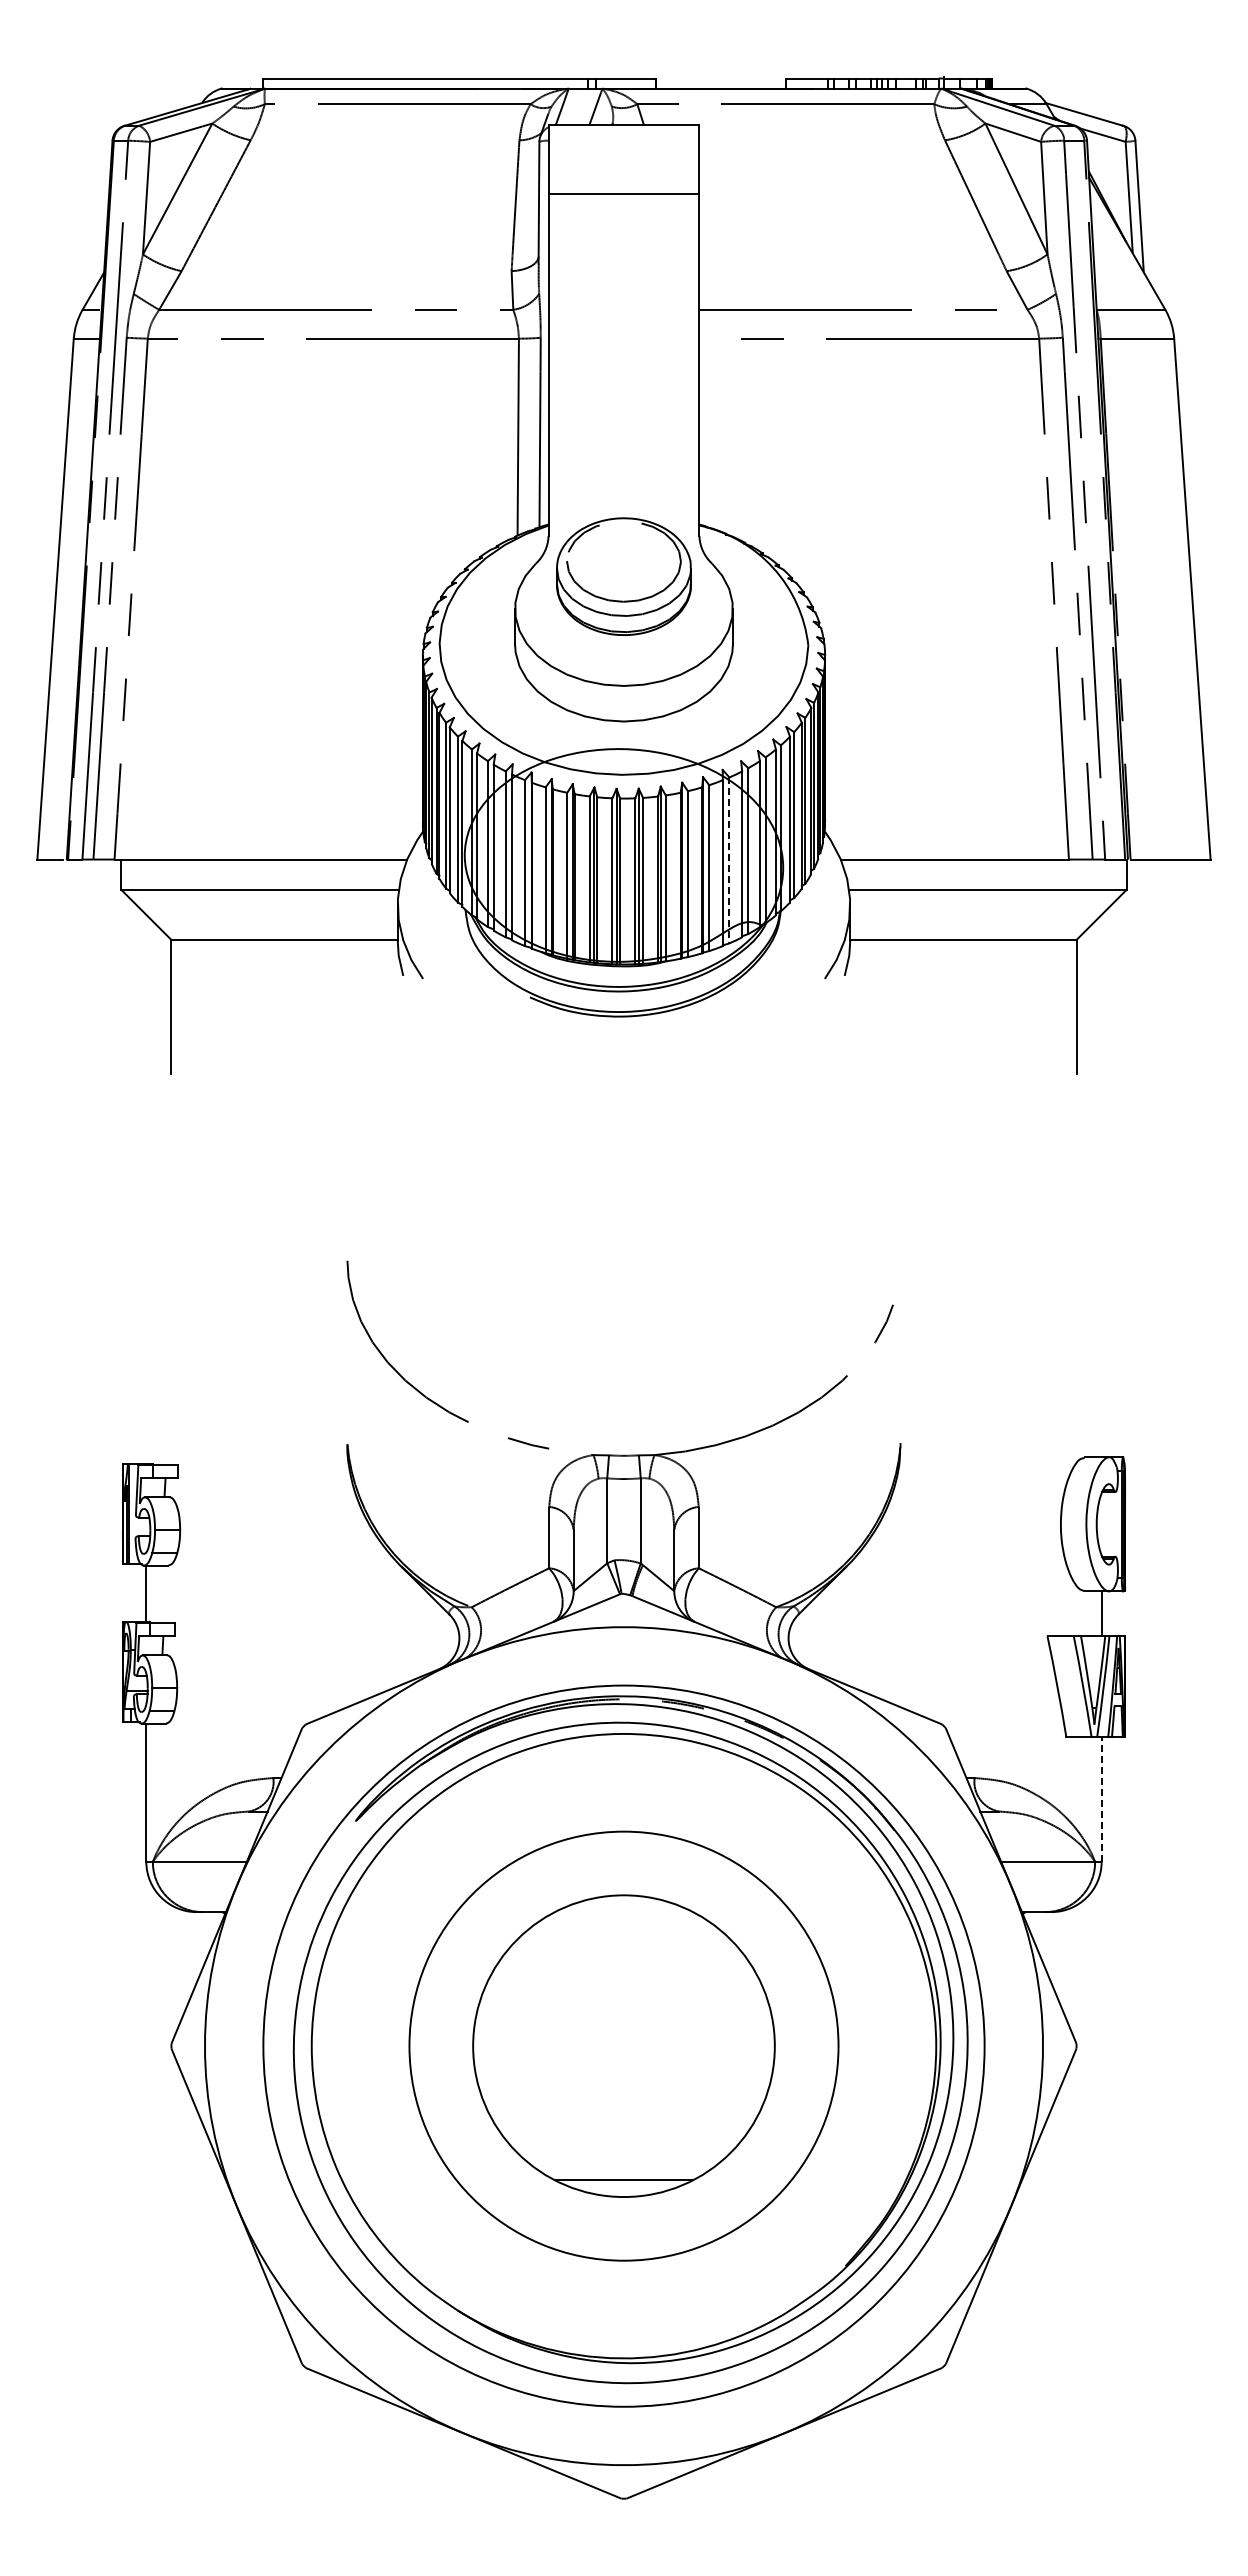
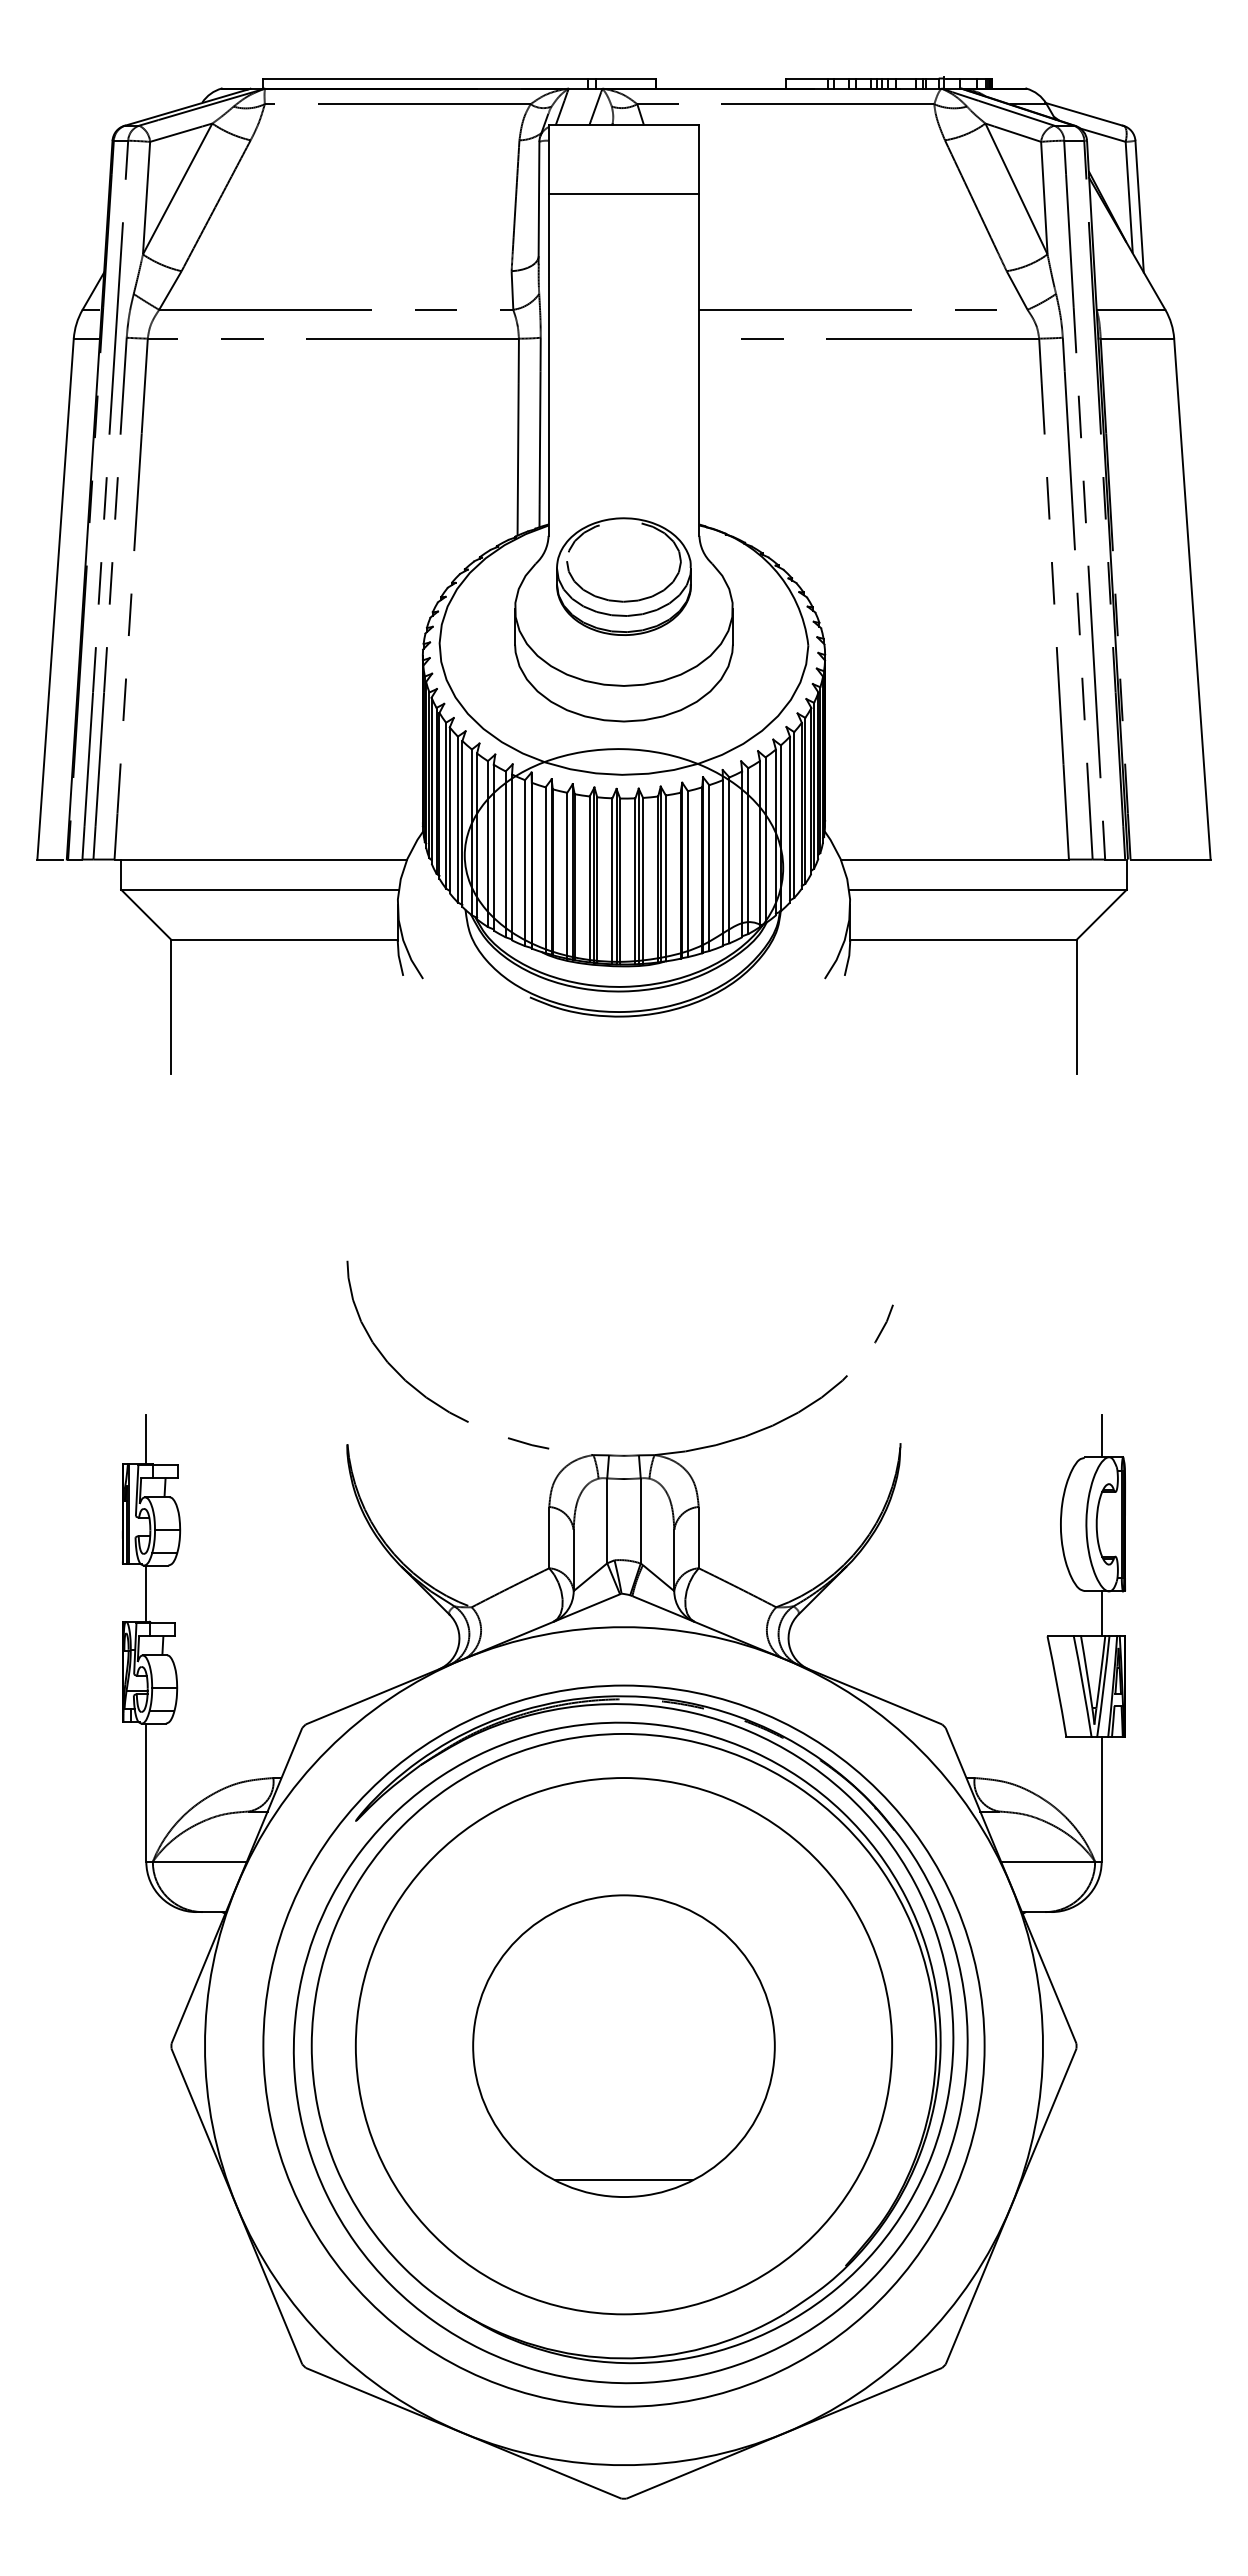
line at (729, 860): dashed -> solid
line at (1101, 1435): none -> present
line at (146, 1438): none -> present
line at (1101, 1798): dashed -> solid
circle at (623, 2045) diameter: 429 px -> 536 px
